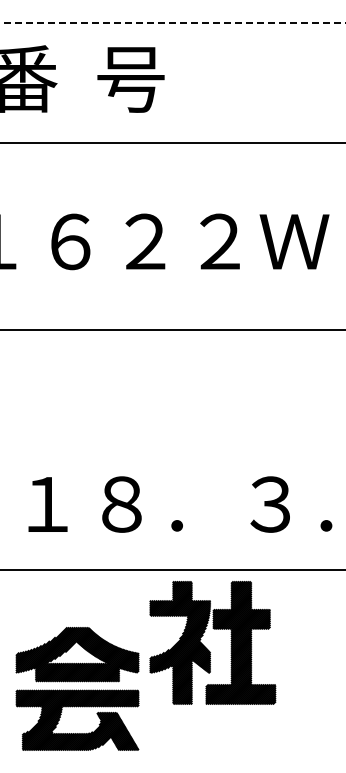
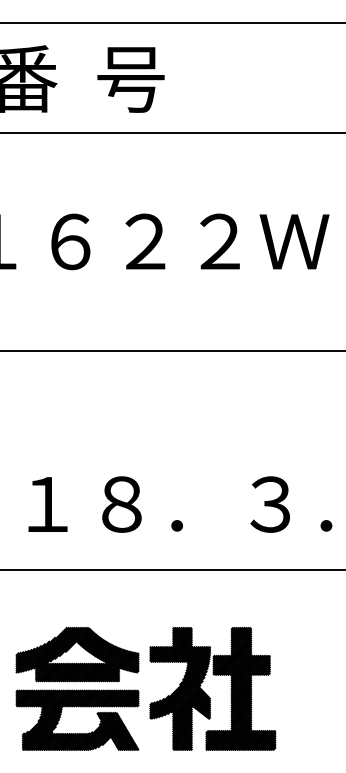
line at (173, 23): dashed -> solid
line at (172, 142) position: (172, 142) -> (172, 132)
line at (172, 330) position: (172, 330) -> (172, 351)
part at (206, 647) position: (206, 647) -> (206, 693)
